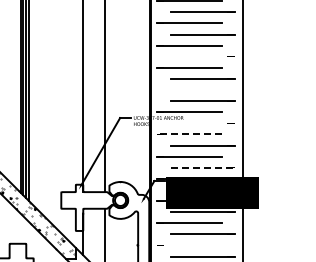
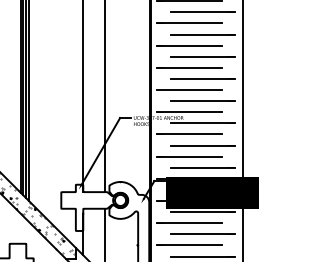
line at (202, 56): none -> present
line at (189, 90): none -> present
line at (202, 123): none -> present
line at (189, 134): dashed -> solid
line at (202, 167): dashed -> solid
line at (189, 245): none -> present
